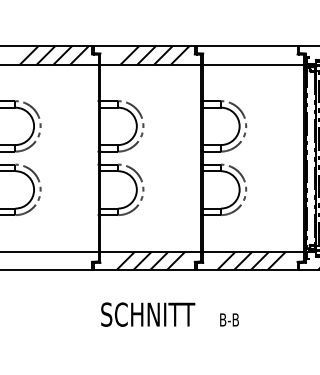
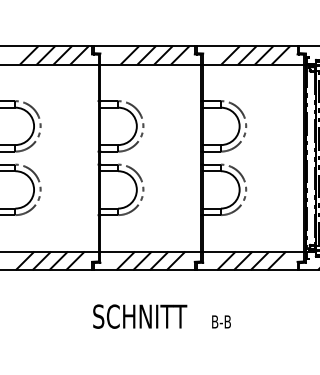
hatch at (255, 55): none -> present
hatch at (49, 260): none -> present
text at (169, 314) position: (169, 314) -> (161, 316)
